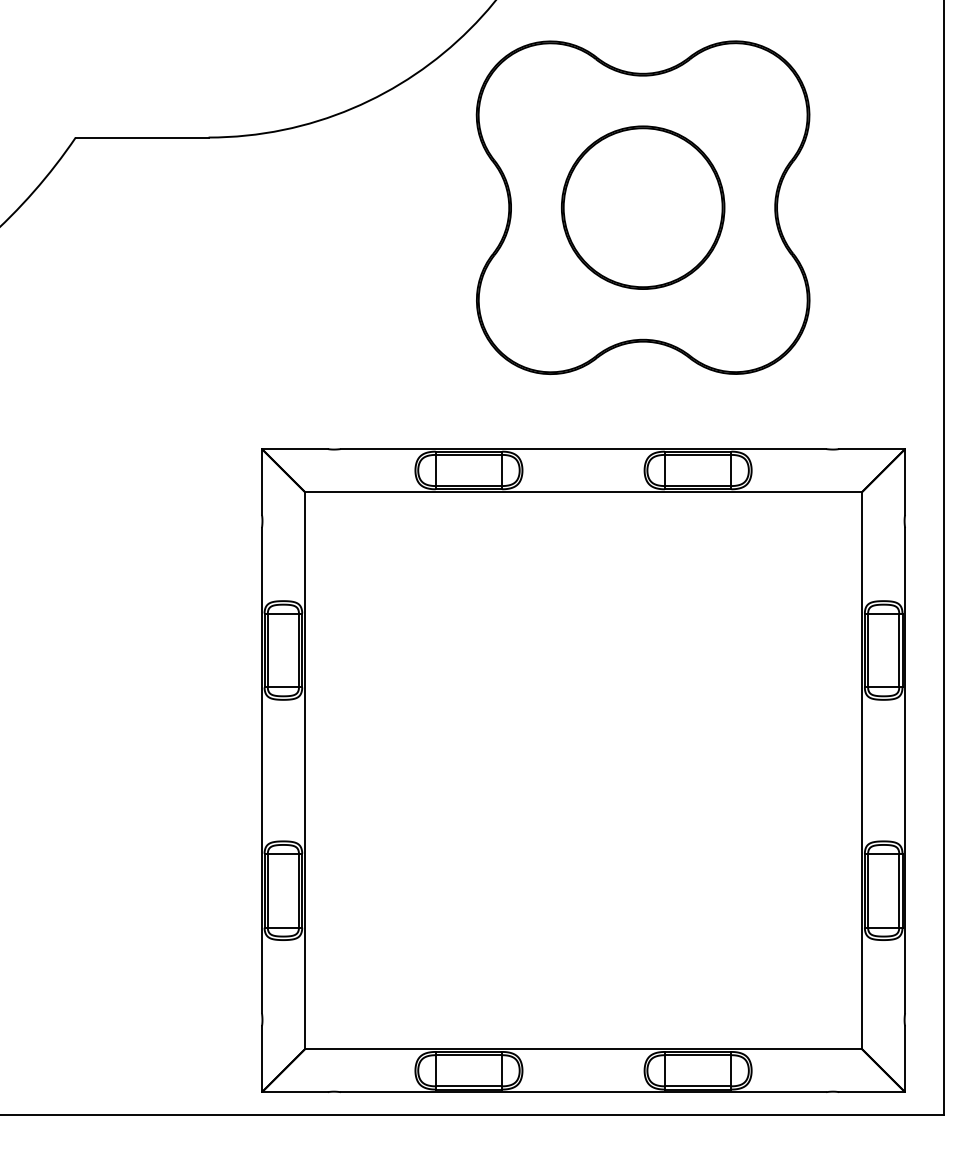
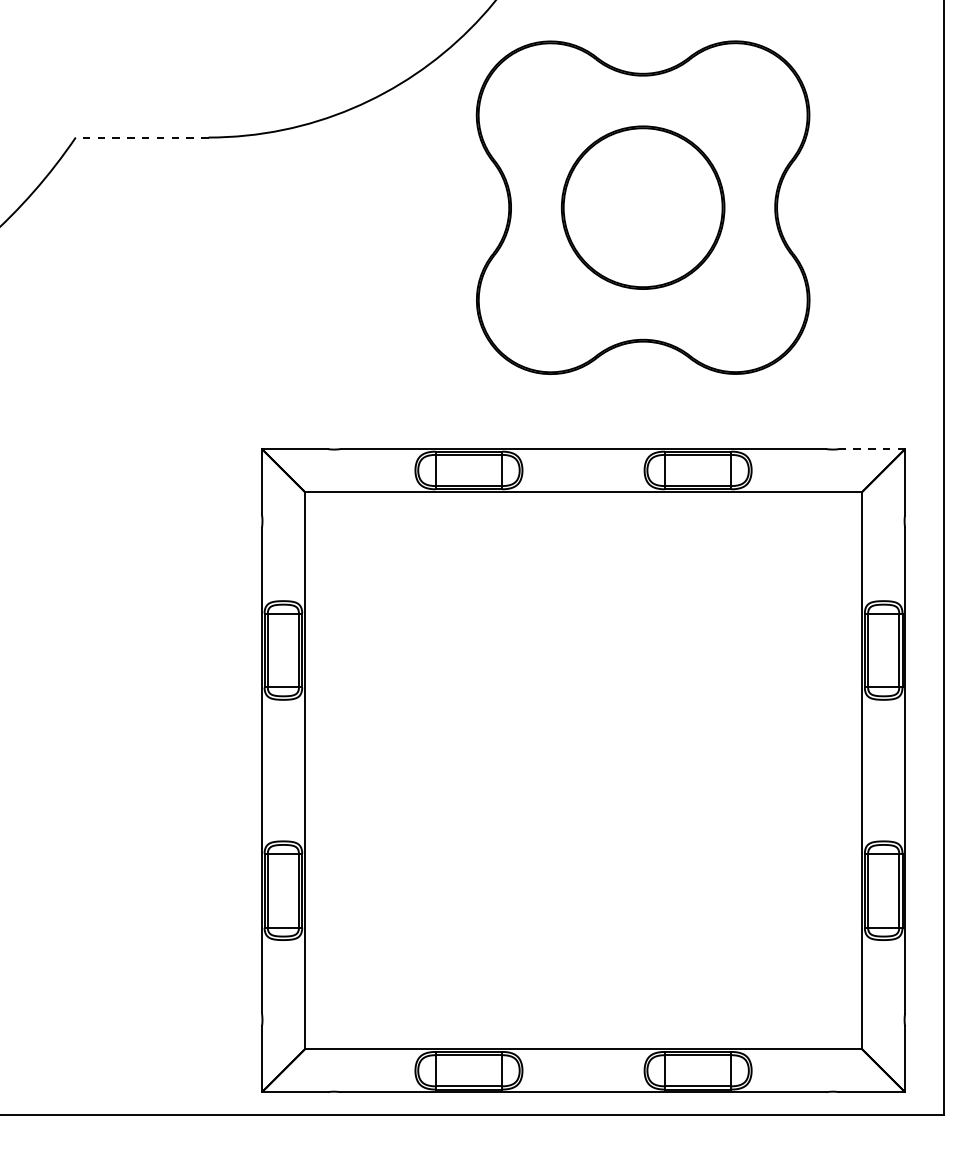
line at (141, 137): solid -> dashed
line at (872, 449): solid -> dashed
